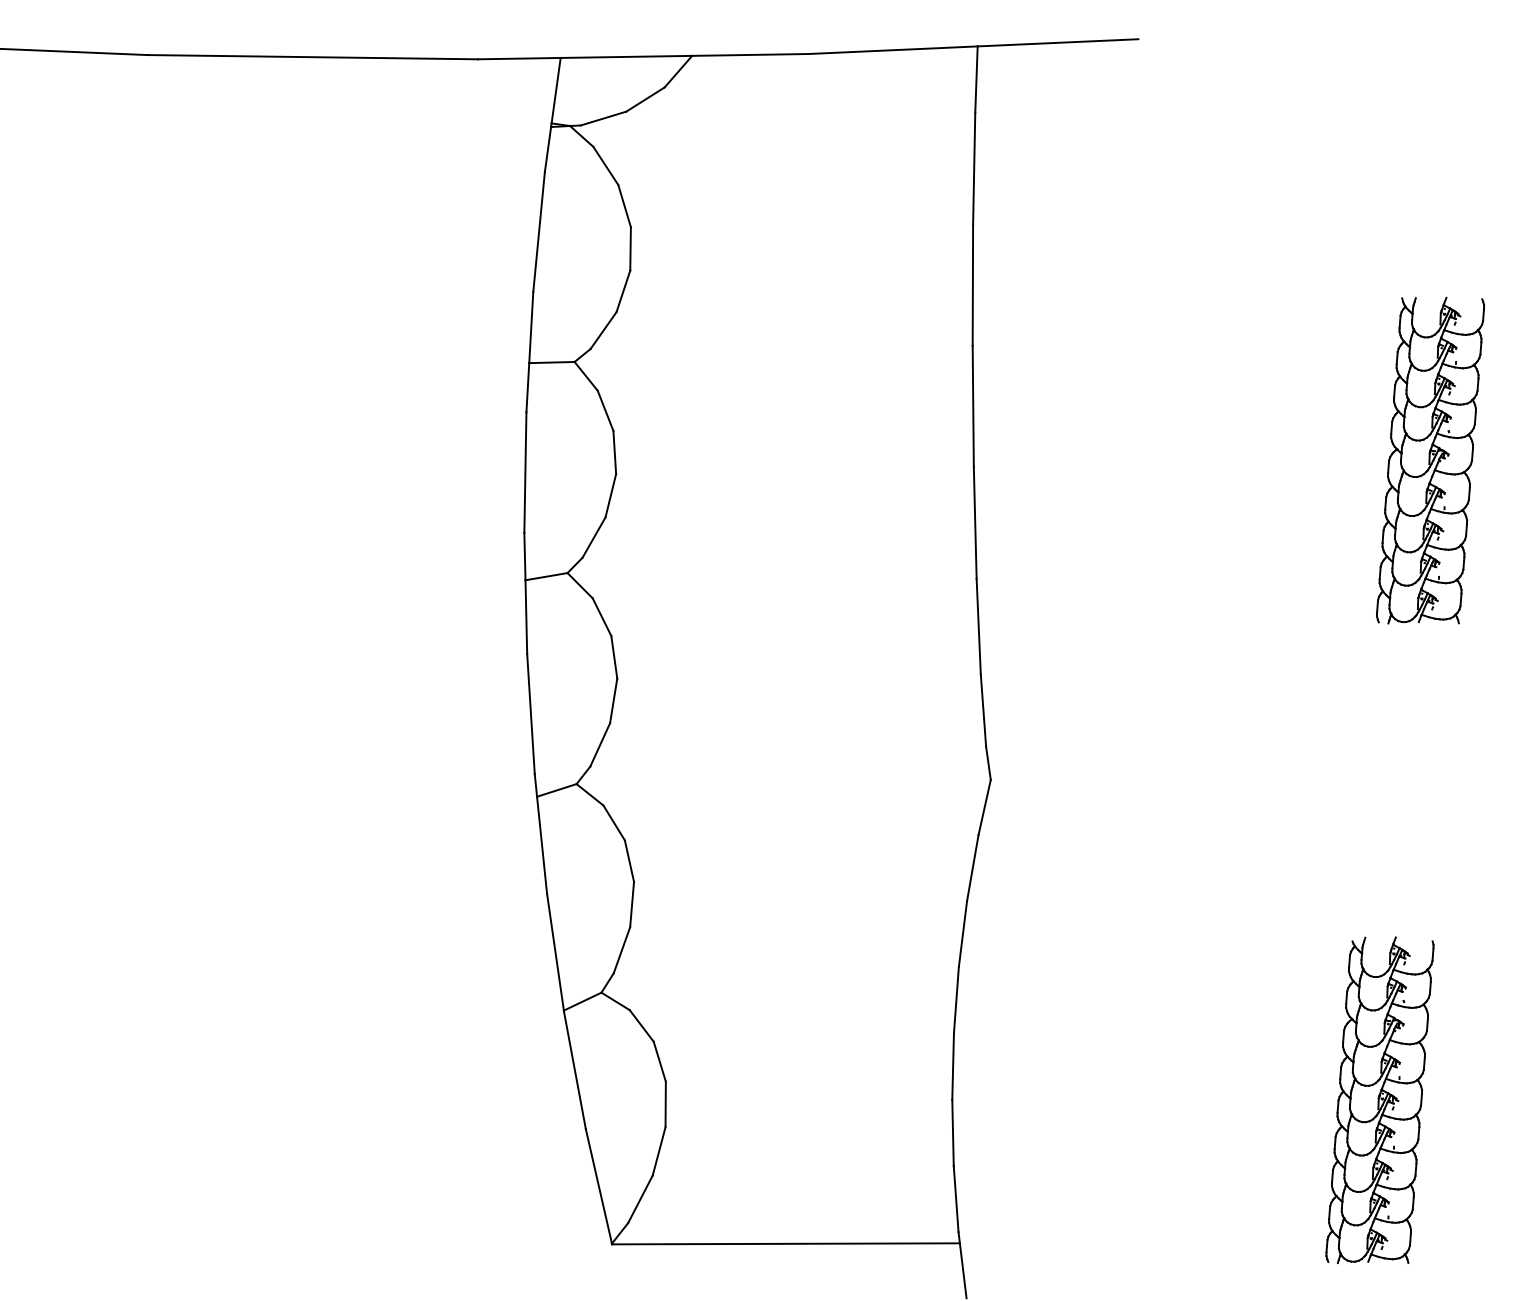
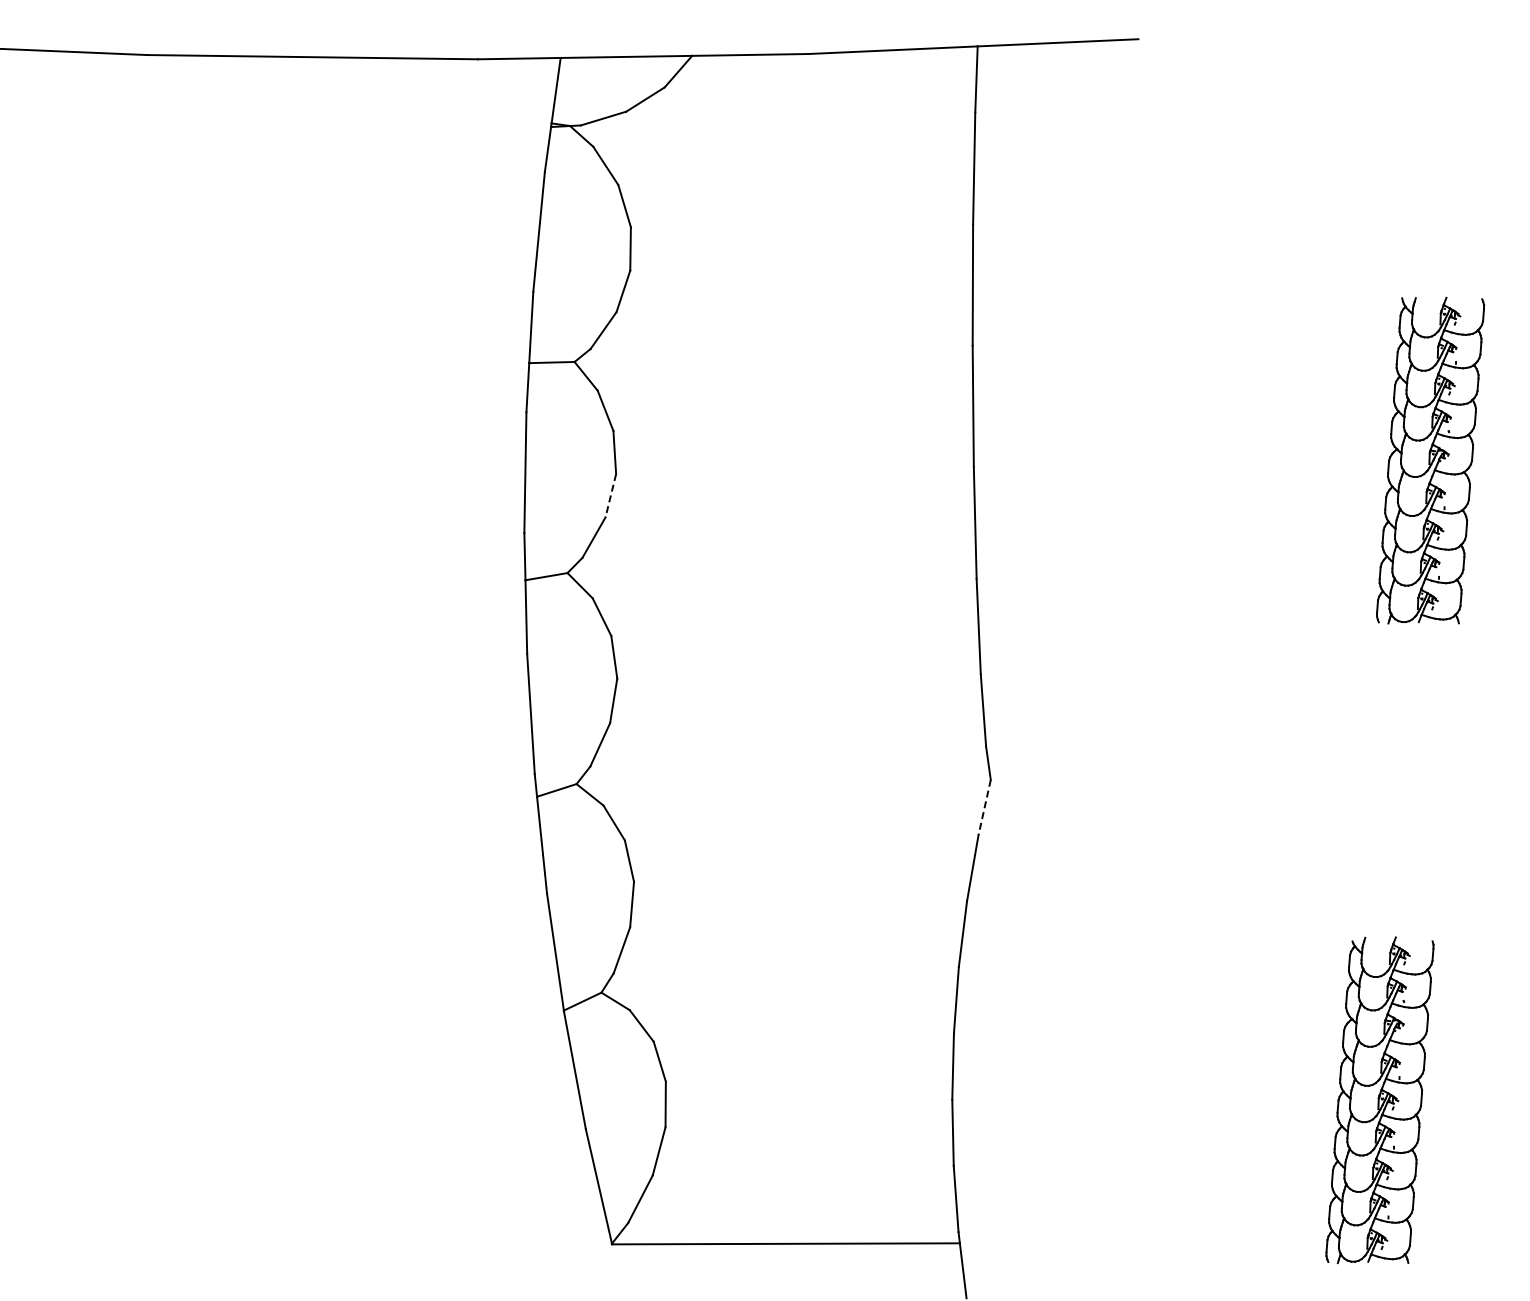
line at (610, 496): solid -> dashed
line at (984, 808): solid -> dashed
